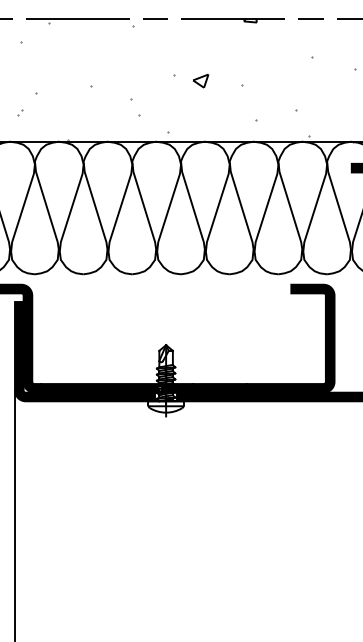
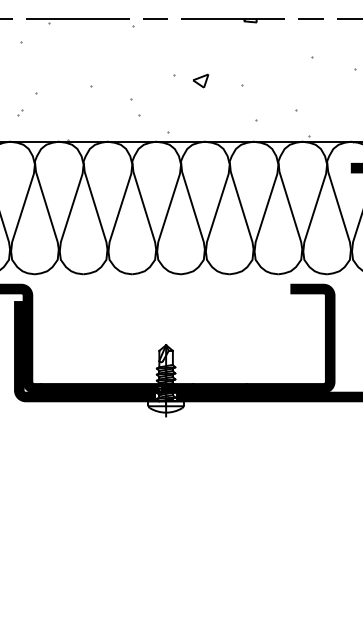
line at (15, 514): present -> none
